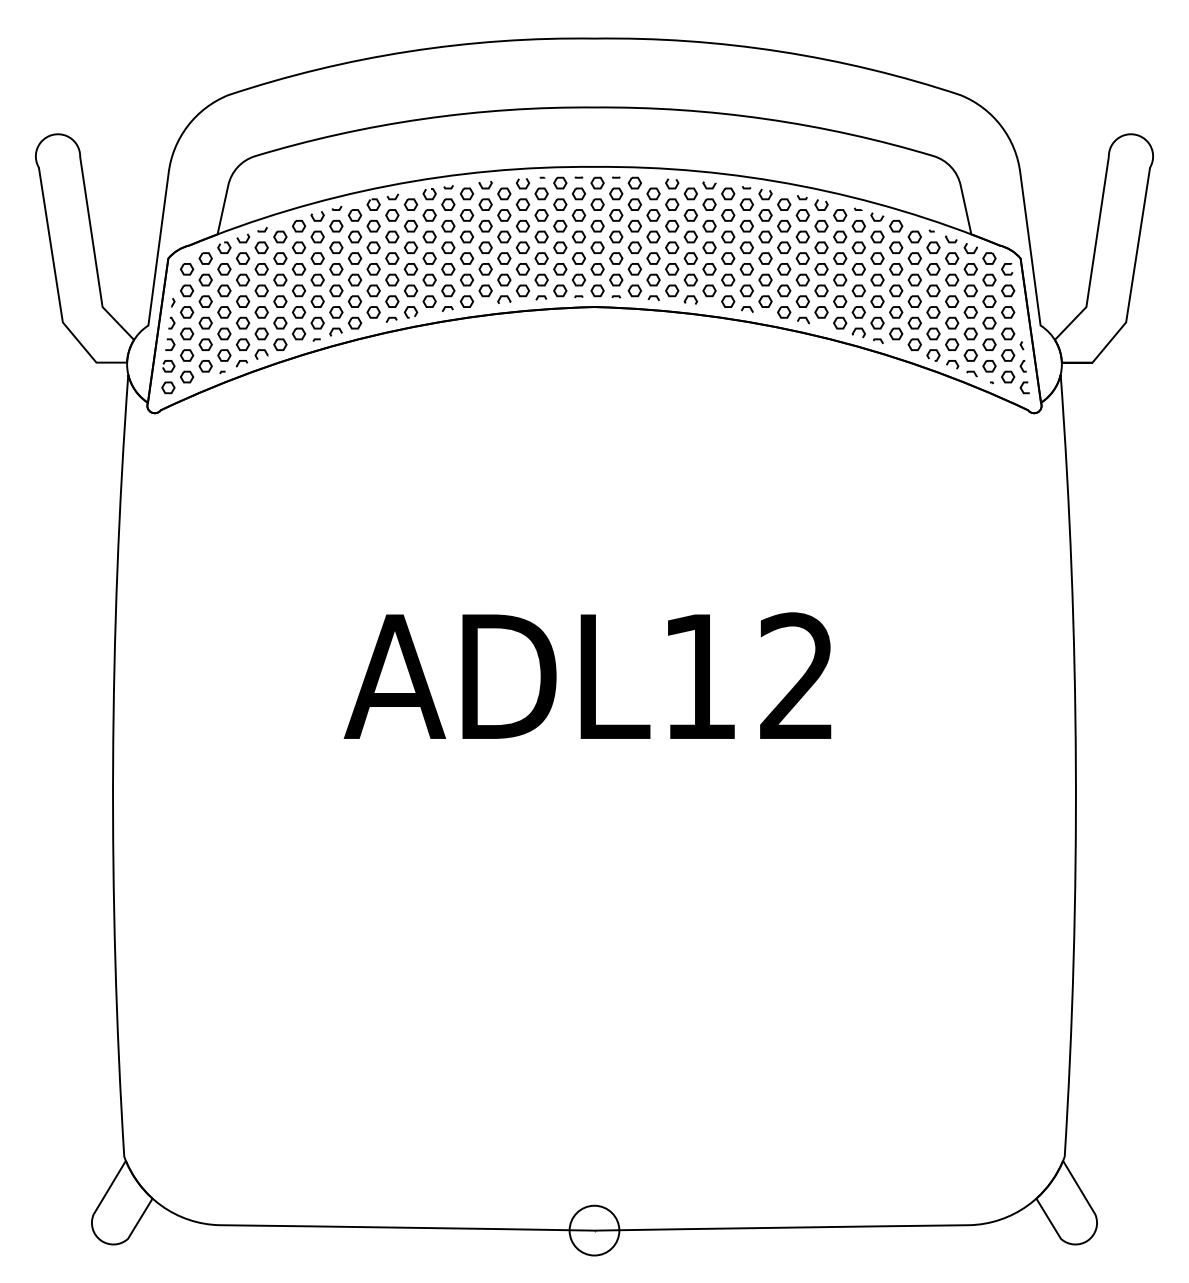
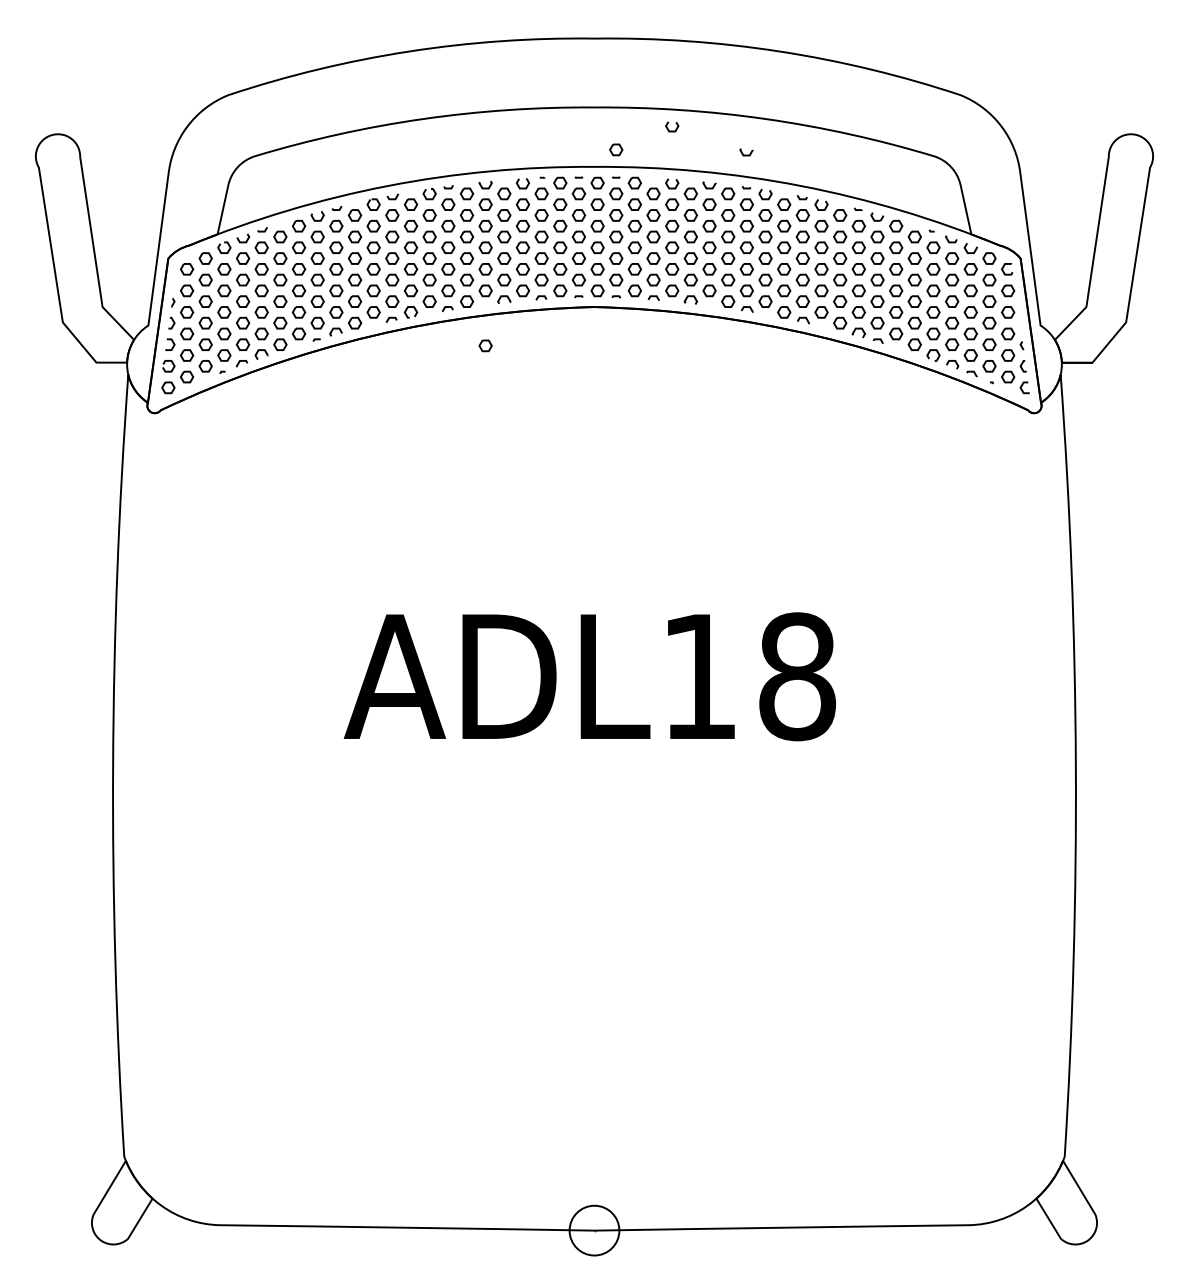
curve at (672, 130): none -> present
part at (616, 149): none -> present
curve at (746, 154): none -> present
part at (485, 345): none -> present
text at (797, 676): ADL12 -> ADL18
